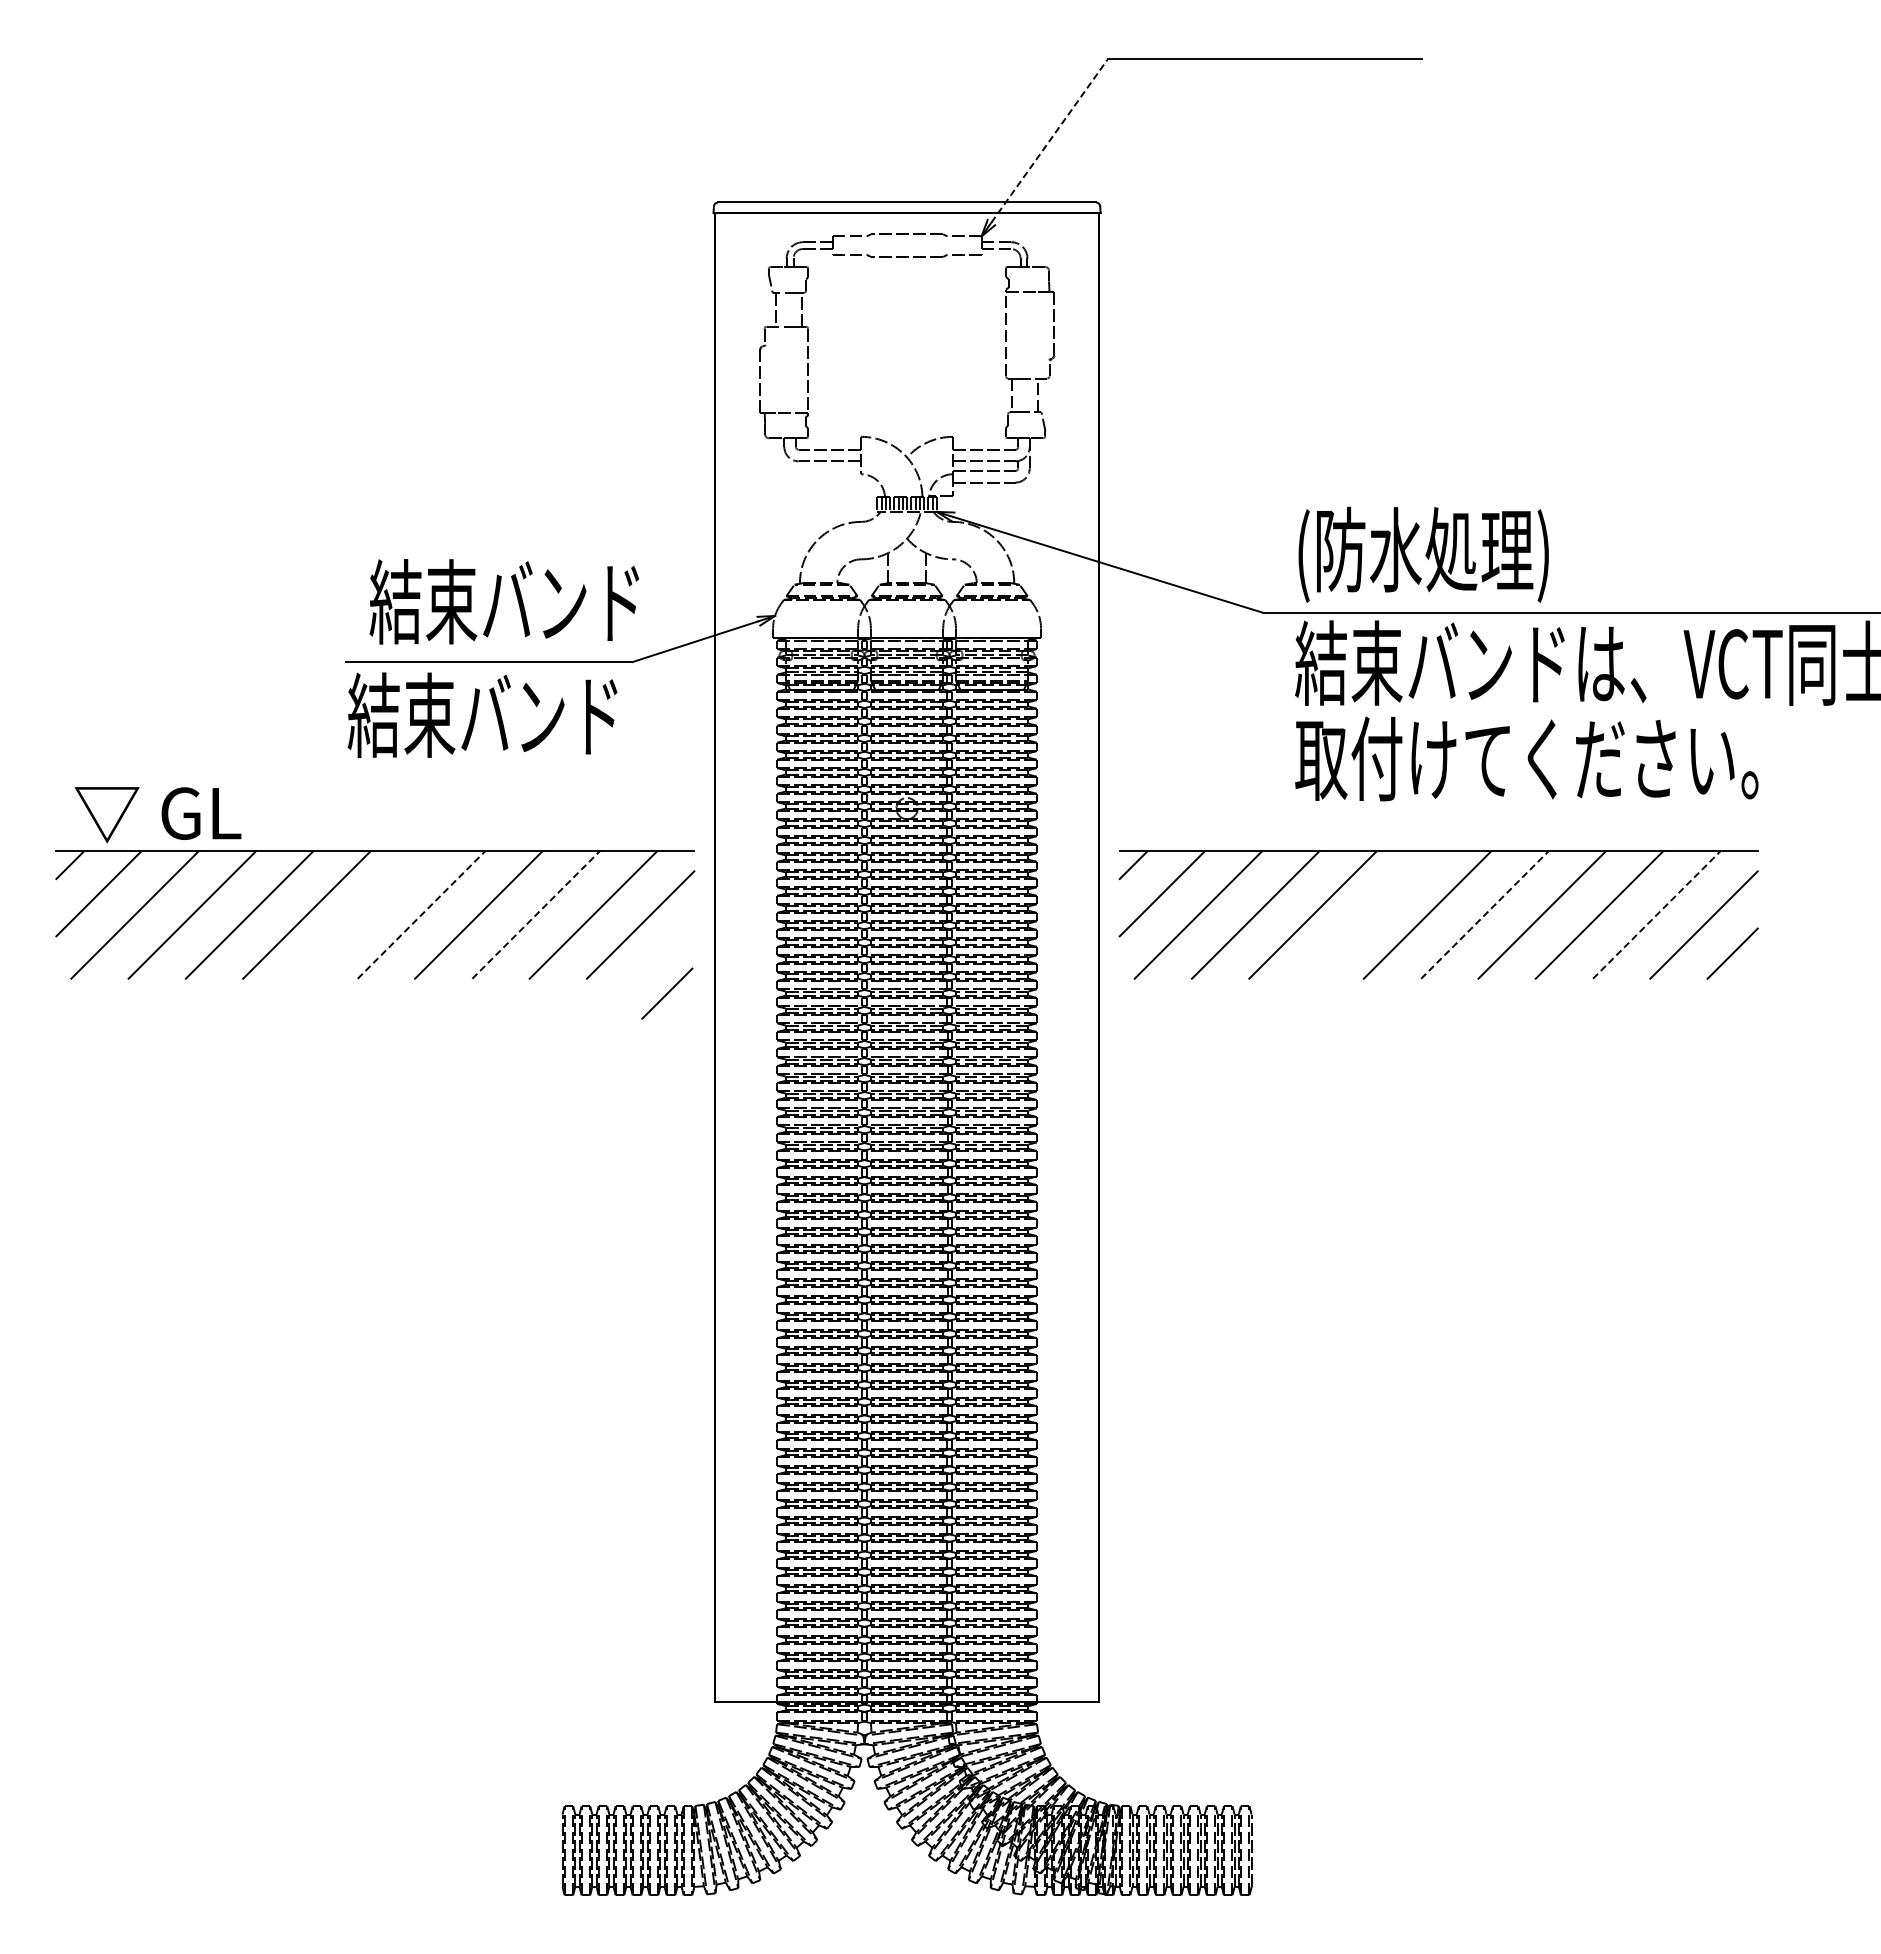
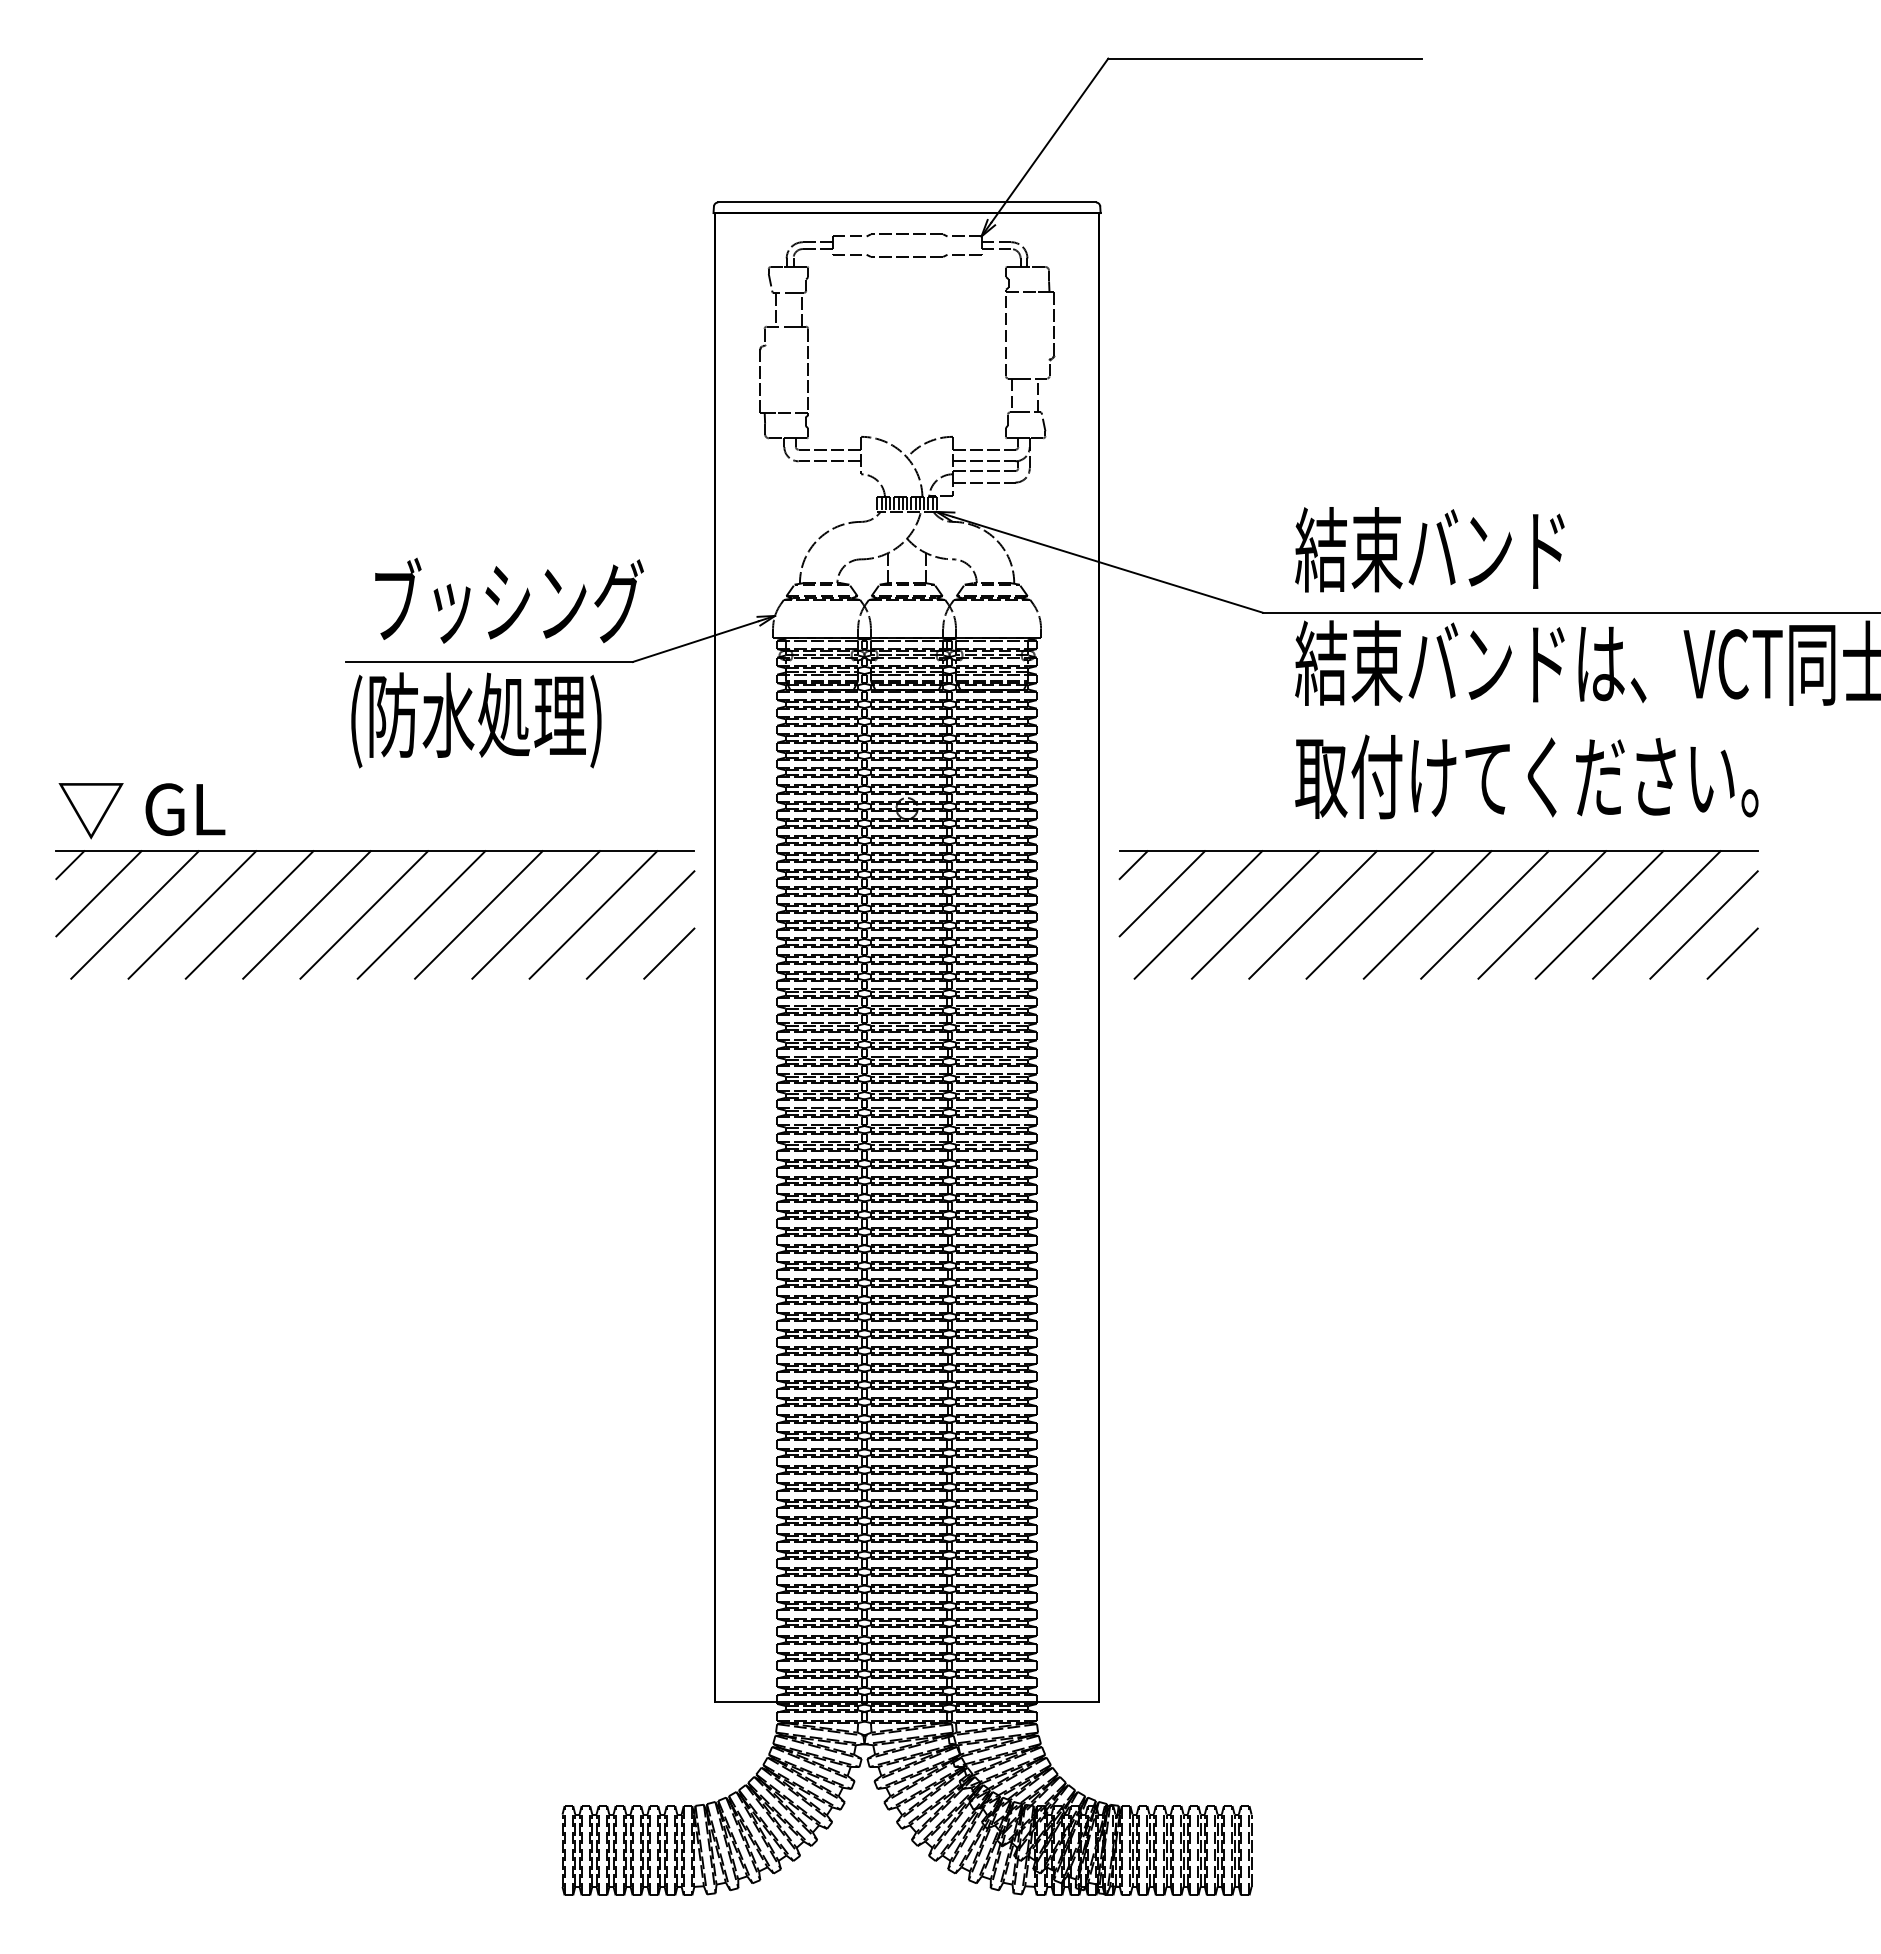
line at (1049, 140): dashed -> solid
text at (1429, 554): (防水処理) -> 結束バンド
text at (506, 600): 結束バンド -> ブッシング
text at (482, 720): 結束バンド -> (防水処理)
text at (1526, 758) position: (1526, 758) -> (1526, 776)
text at (157, 815) position: (157, 815) -> (141, 811)
line at (364, 914): none -> present
line at (421, 914): dashed -> solid
line at (536, 914): dashed -> solid
line at (1370, 914): none -> present
line at (1485, 914): dashed -> solid
line at (1657, 914): dashed -> solid
line at (667, 993) position: (667, 993) -> (669, 953)
